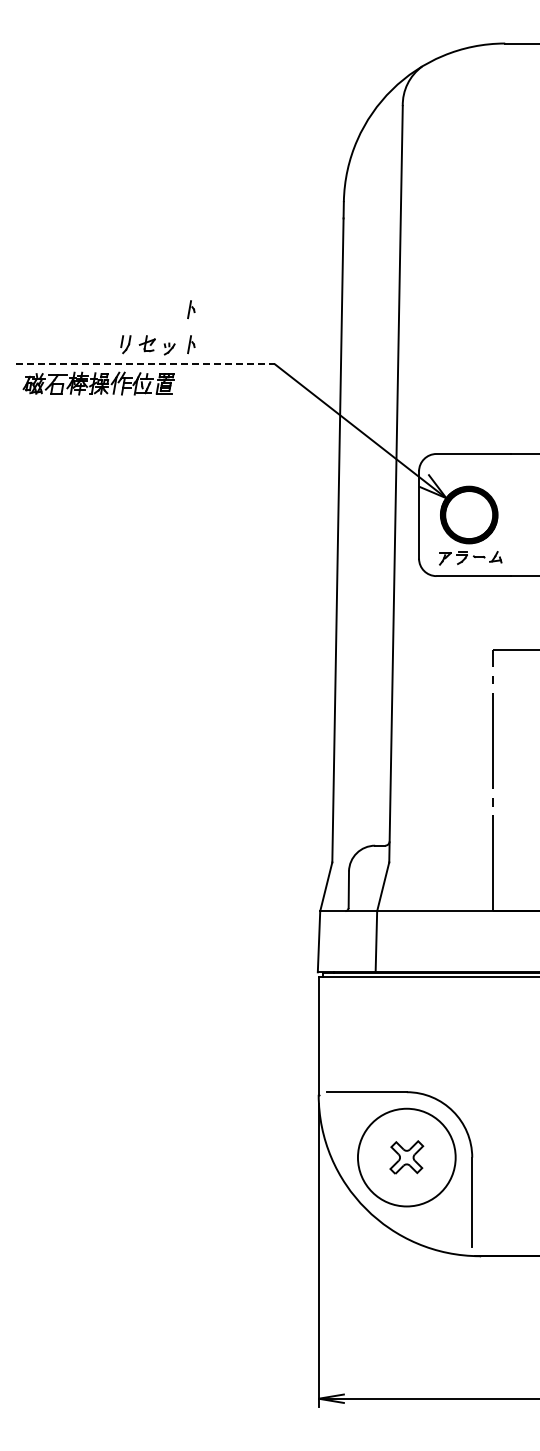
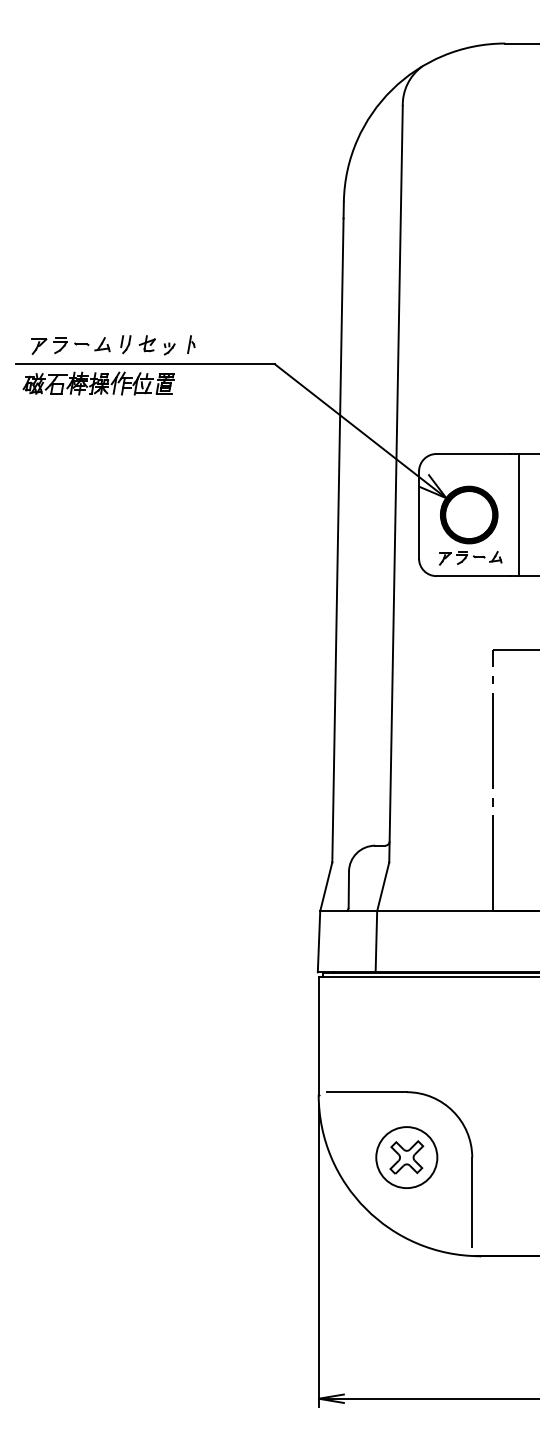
part at (191, 309): present -> none
part at (70, 345): none -> present
line at (145, 364): dashed -> solid
line at (519, 514): none -> present
circle at (406, 1157) diameter: 98 px -> 61 px
